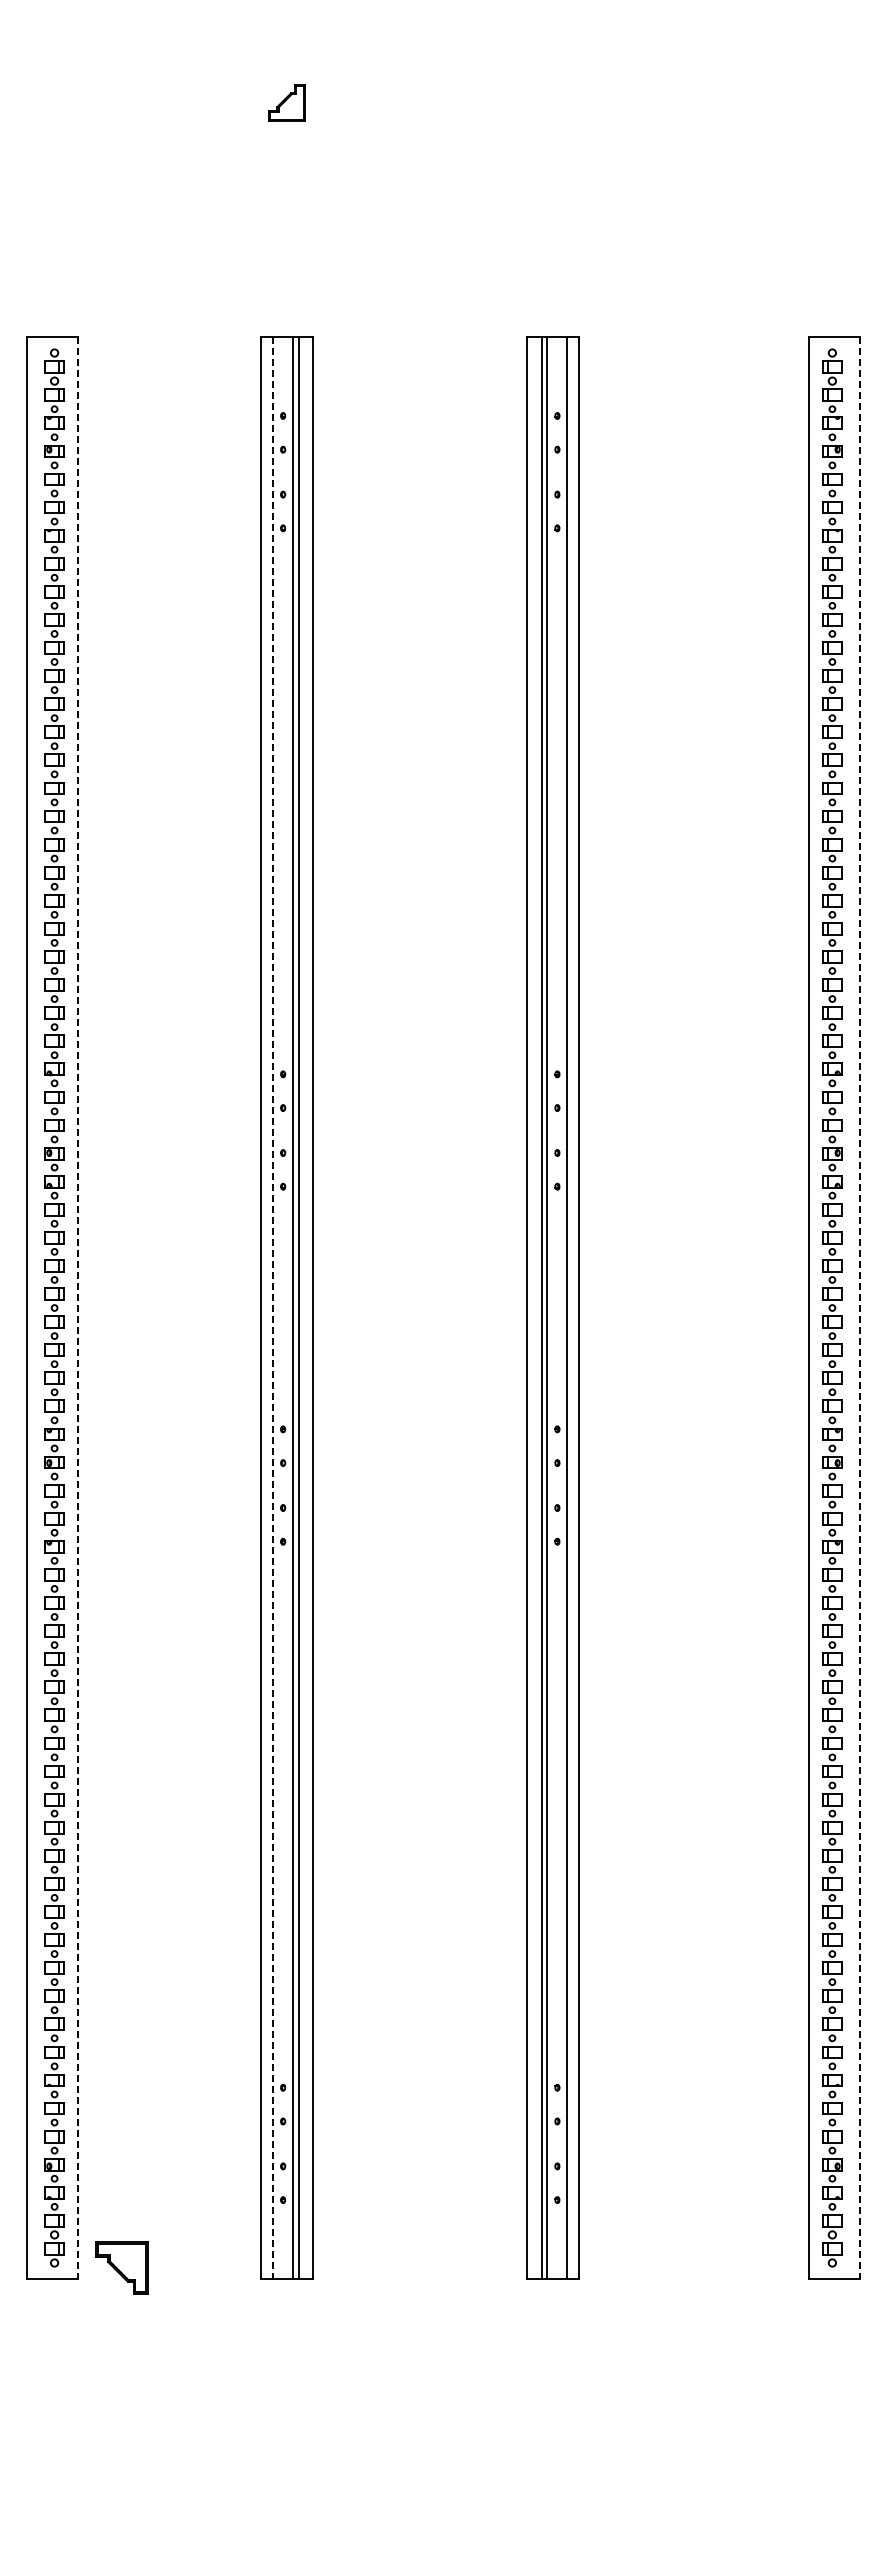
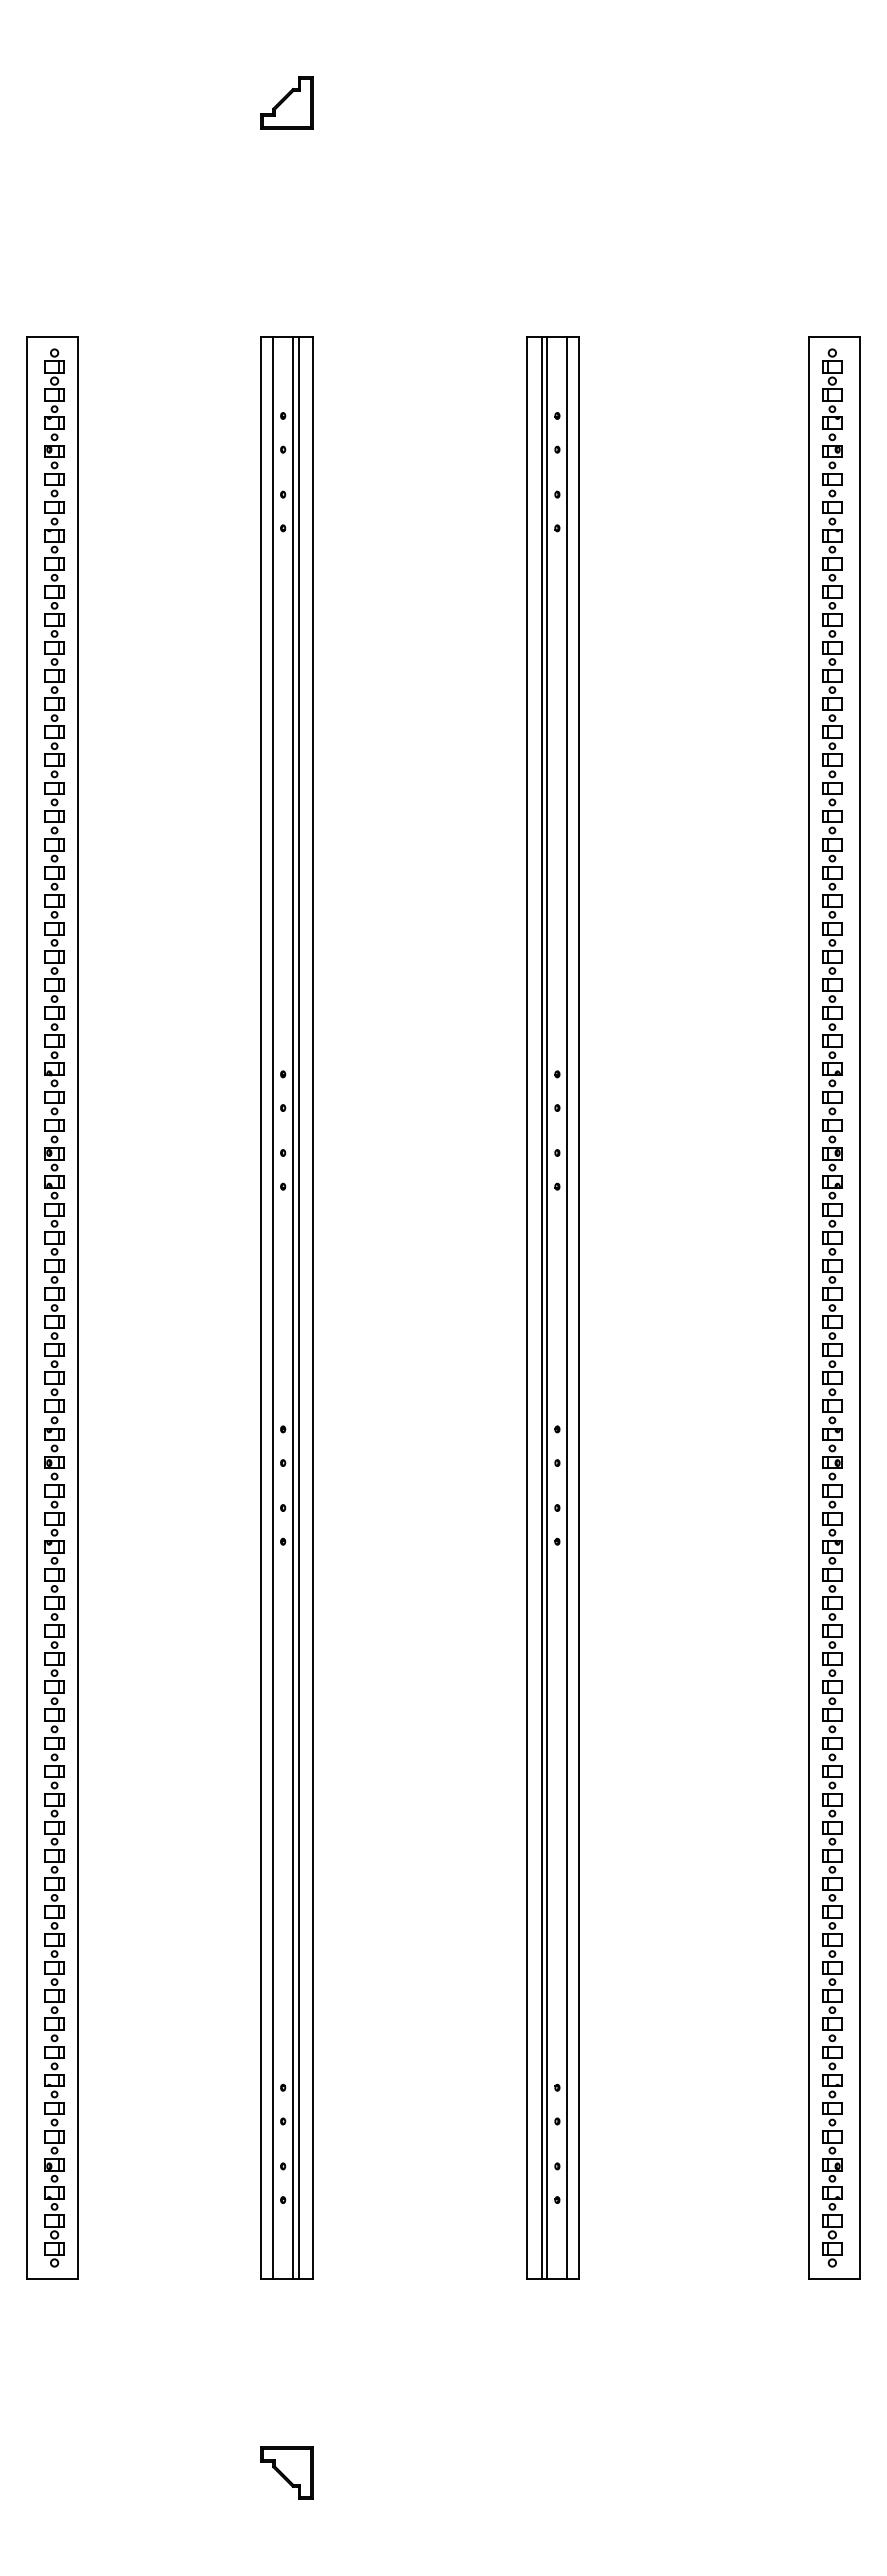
part at (286, 102) size: 38x38 px -> 54x54 px
line at (78, 1308): dashed -> solid
line at (273, 1308): dashed -> solid
line at (860, 1308): dashed -> solid
part at (121, 2267) position: (121, 2267) -> (286, 2472)
